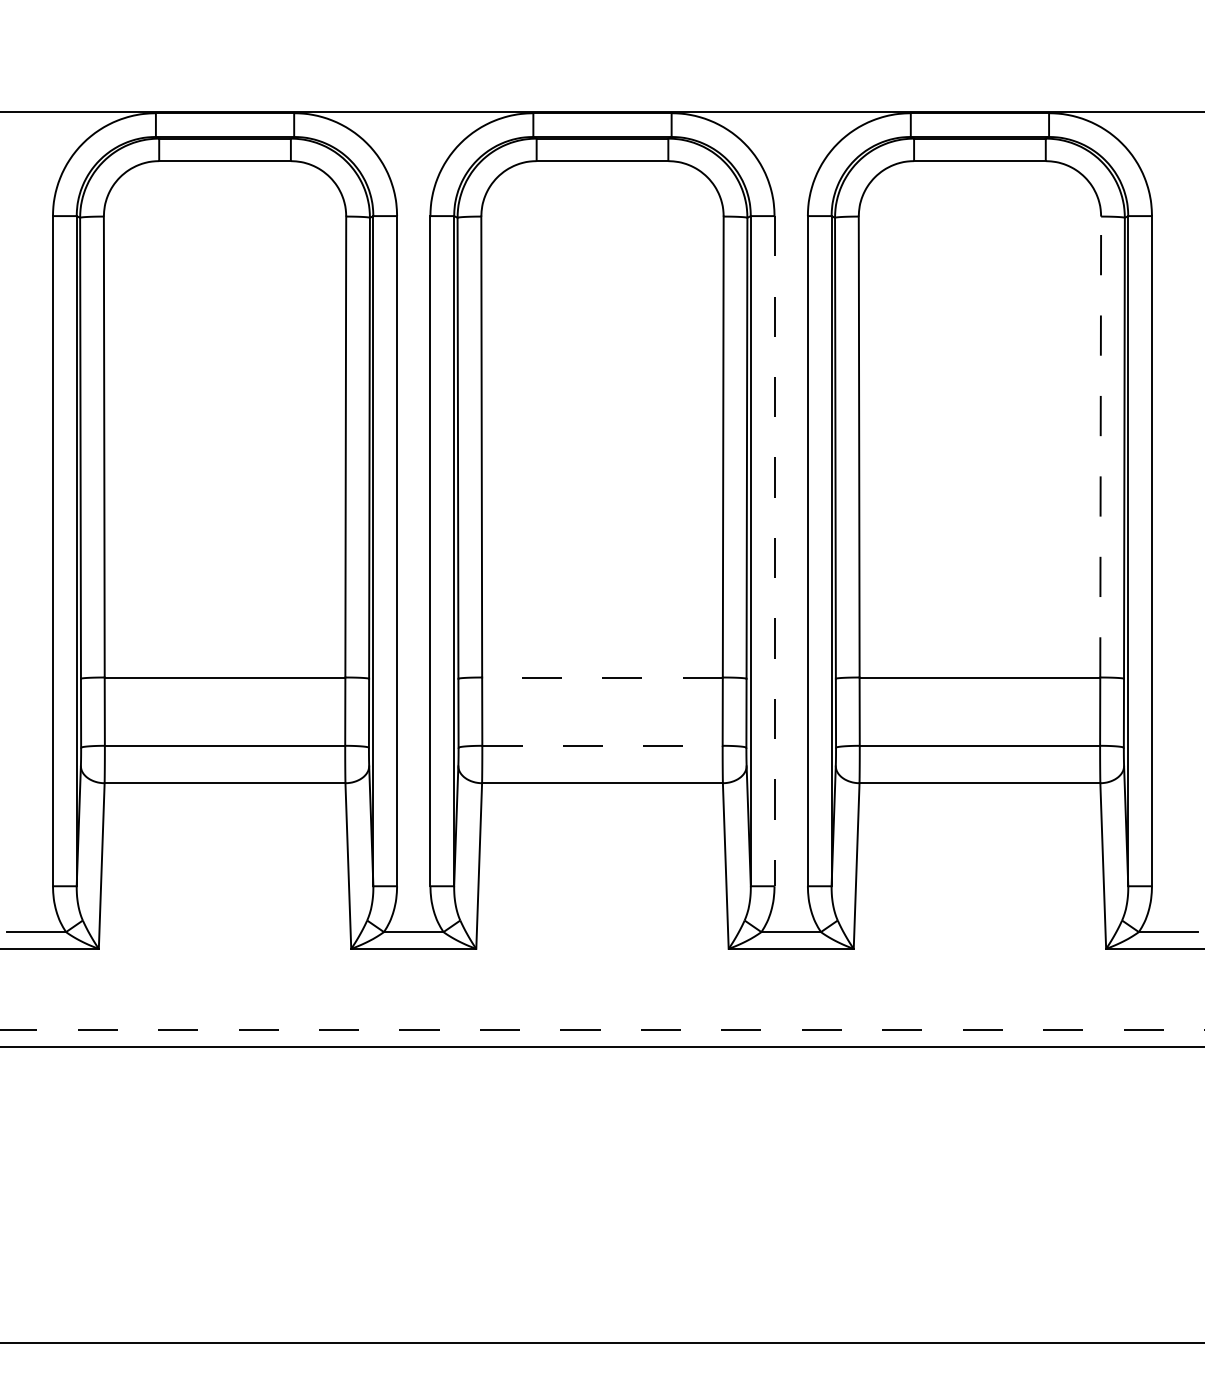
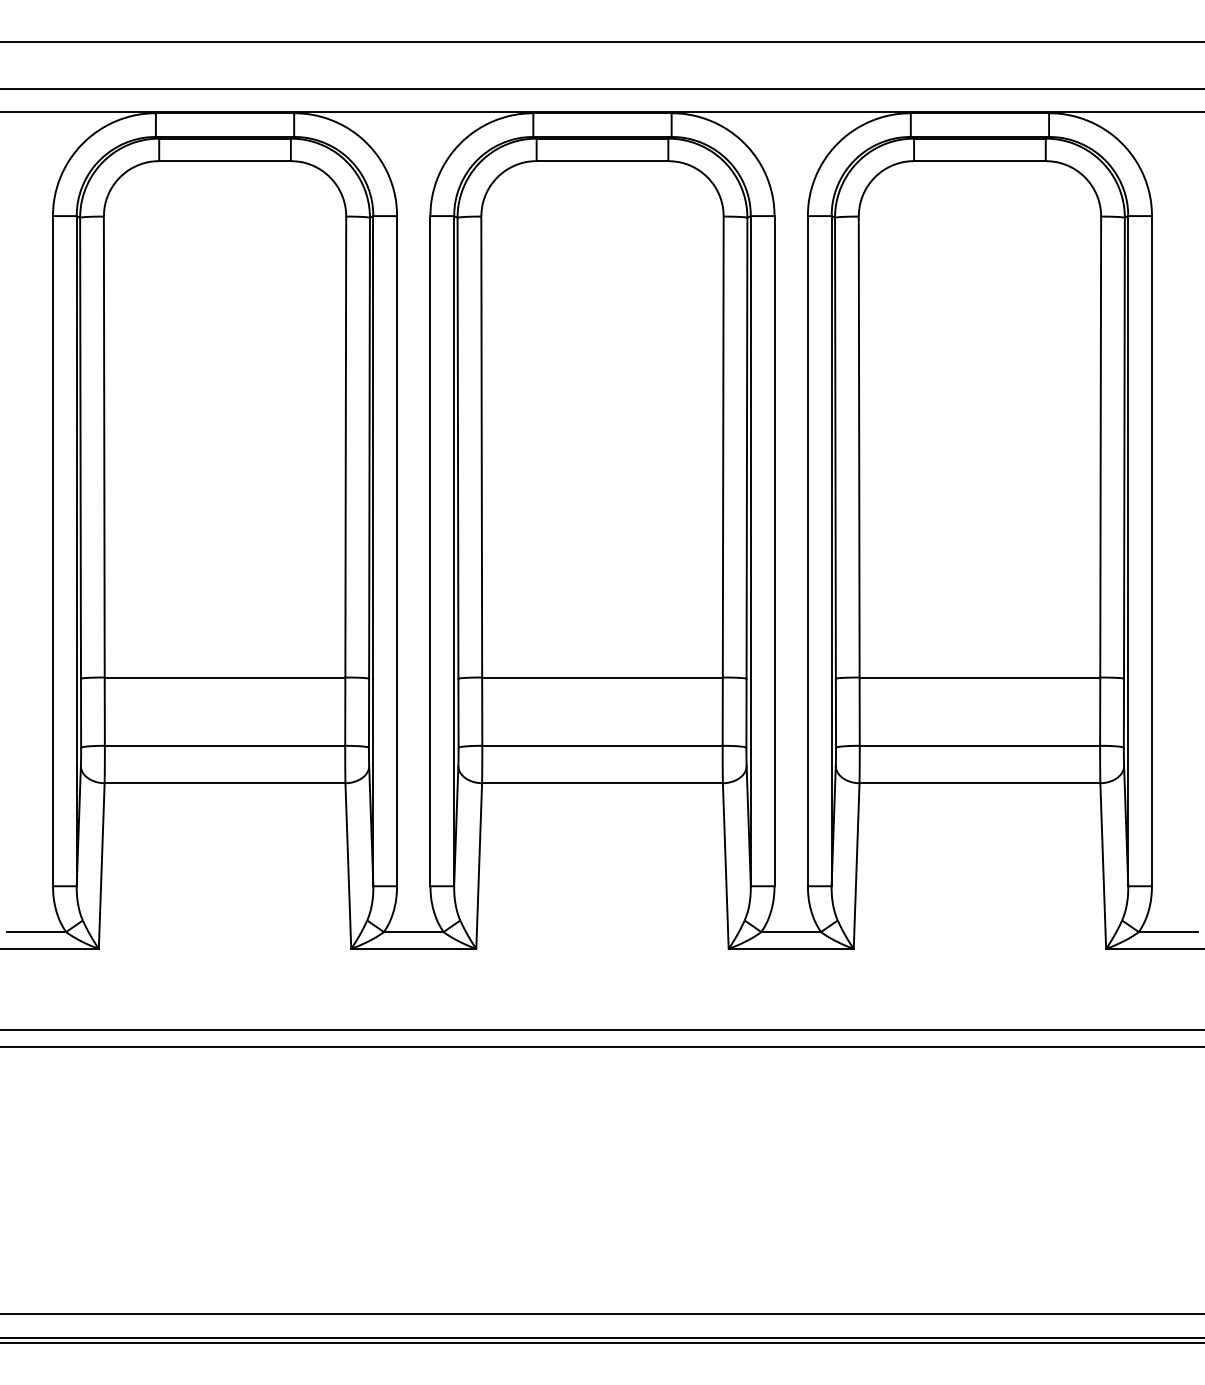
line at (601, 41): none -> present
line at (601, 88): none -> present
line at (1100, 446): dashed -> solid
line at (774, 551): dashed -> solid
line at (602, 677): dashed -> solid
line at (602, 745): dashed -> solid
line at (603, 1030): dashed -> solid
line at (601, 1313): none -> present
line at (601, 1337): none -> present
